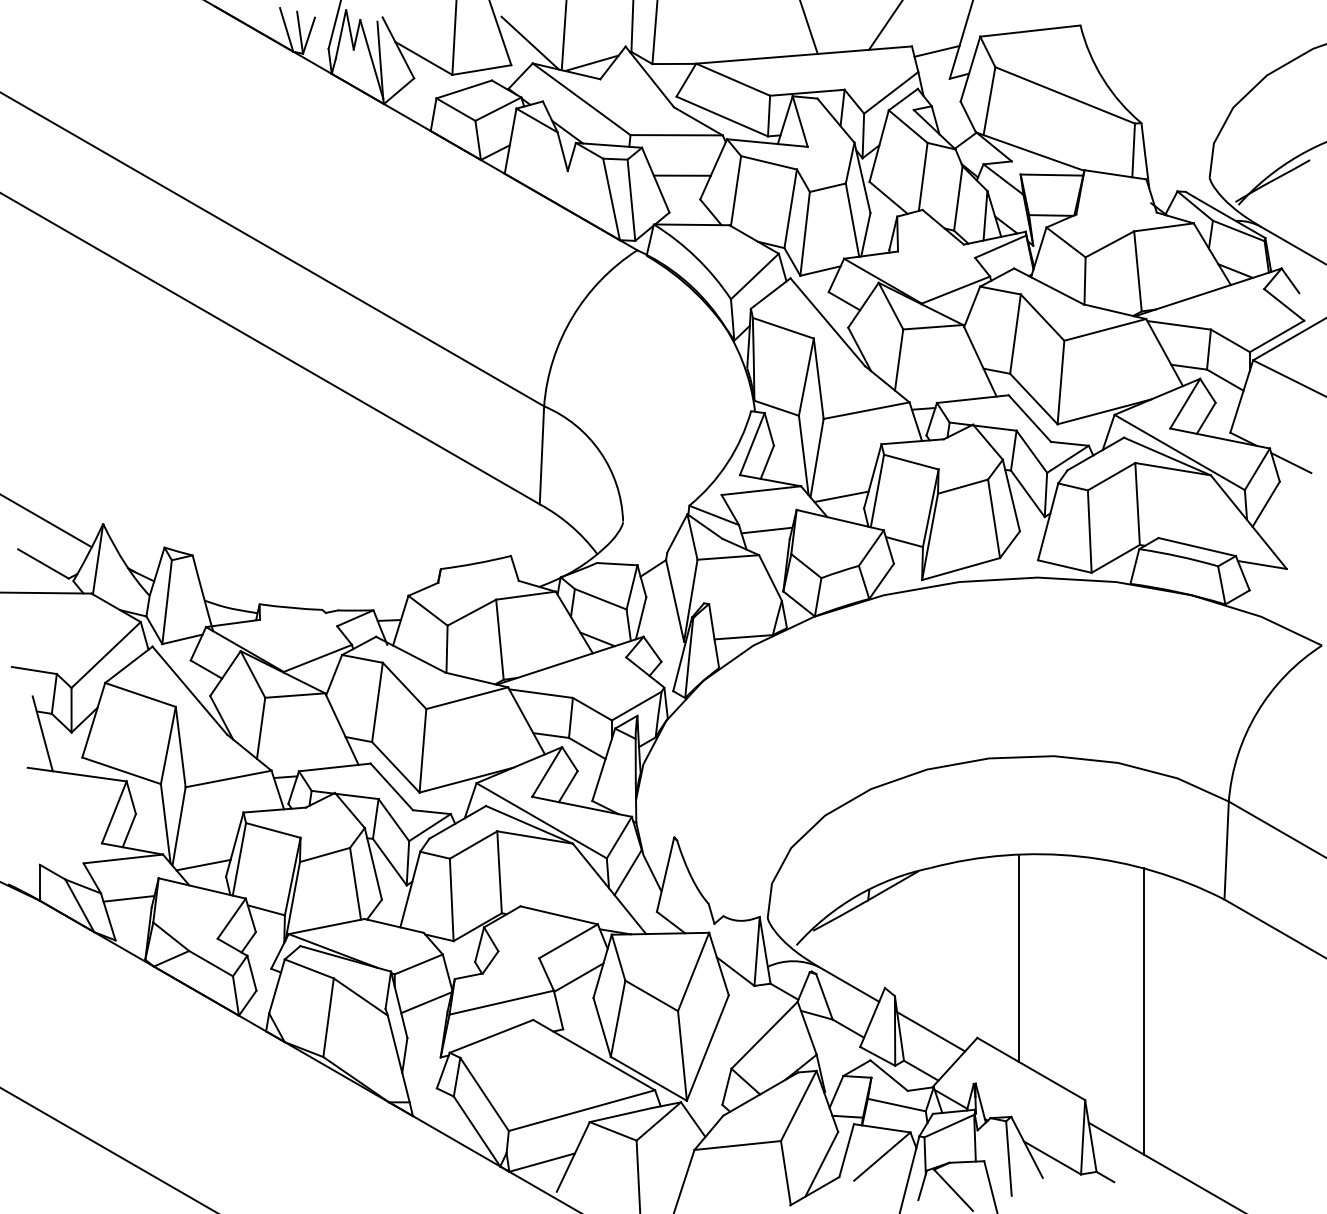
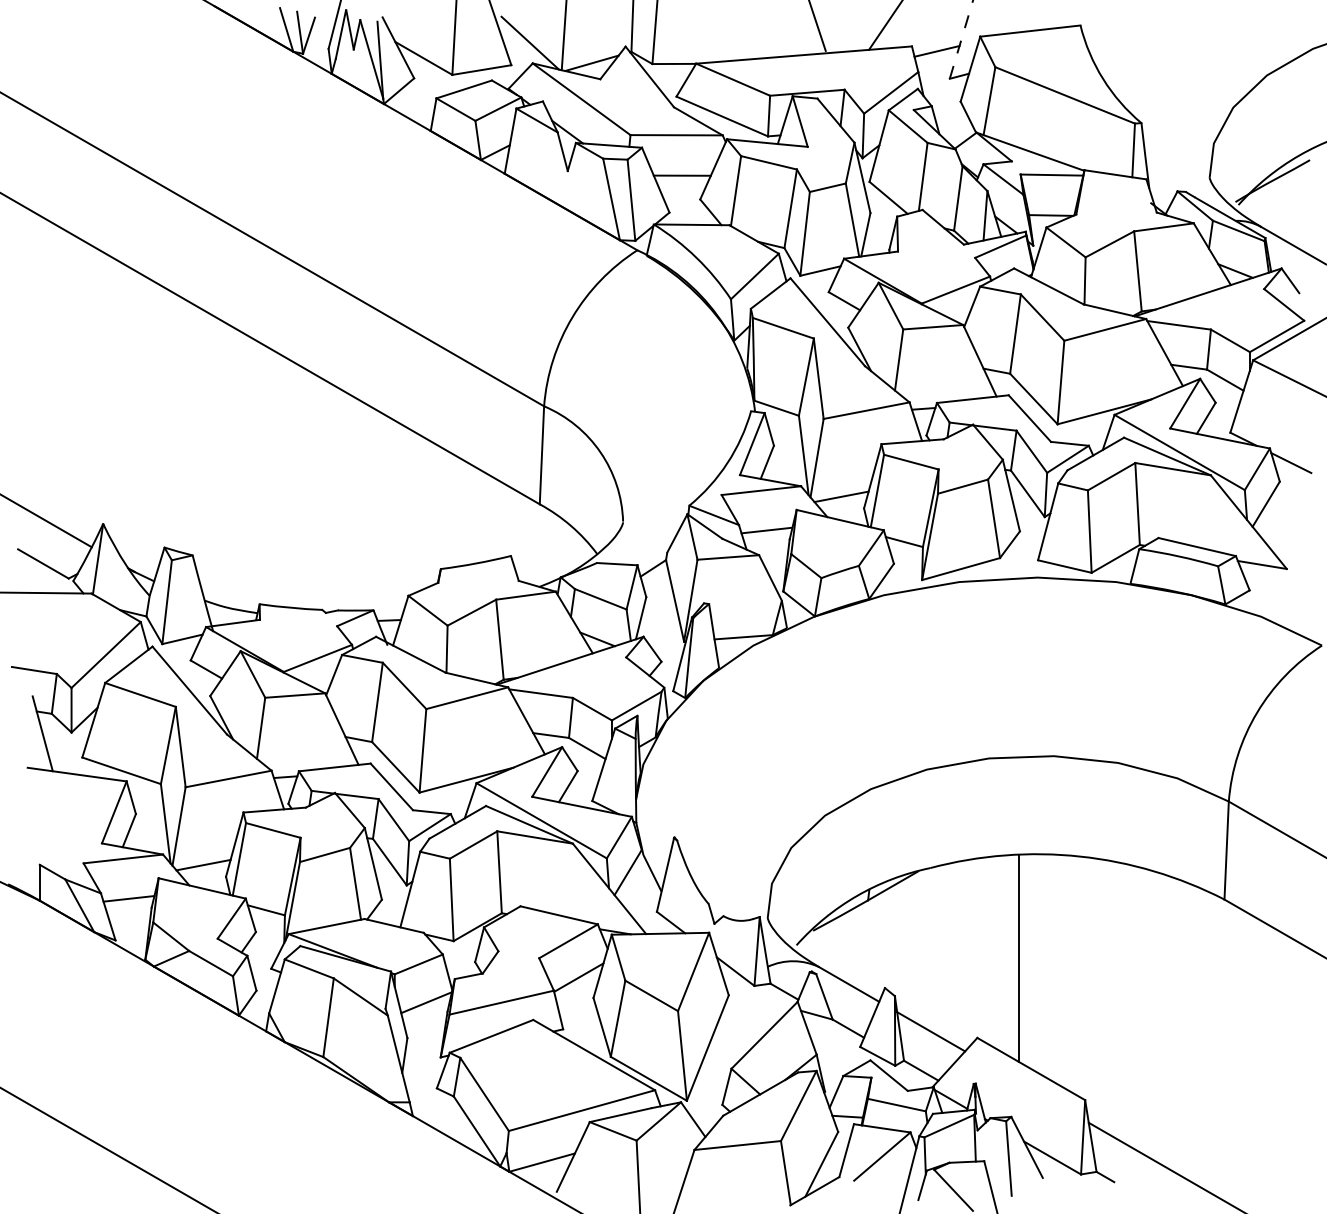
line at (808, 27) position: (808, 27) -> (817, 26)
line at (961, 39): solid -> dashed
line at (1143, 1010): present -> none
